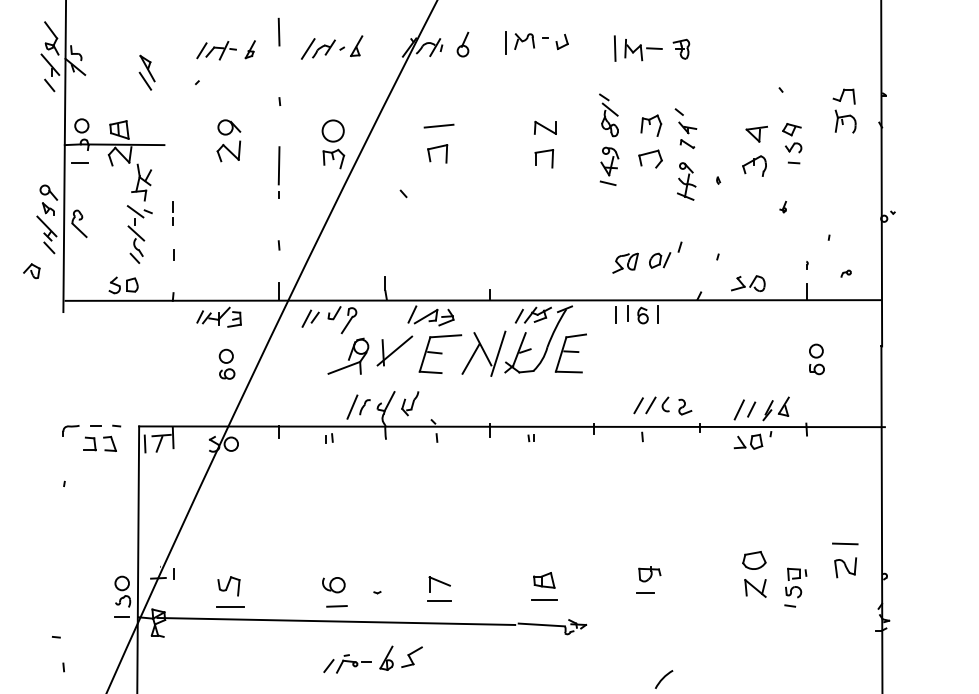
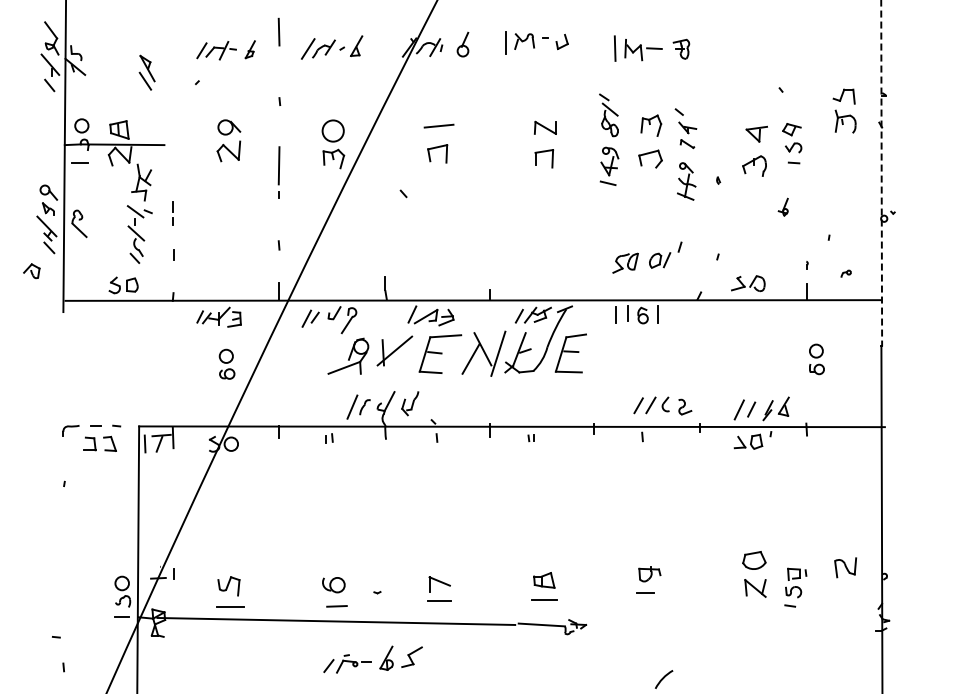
line at (881, 173): solid -> dashed
part at (782, 206) size: 8x14 px -> 12x20 px
line at (845, 543): present -> none
